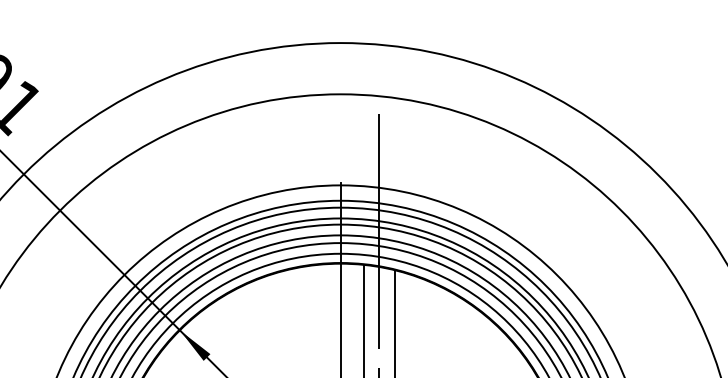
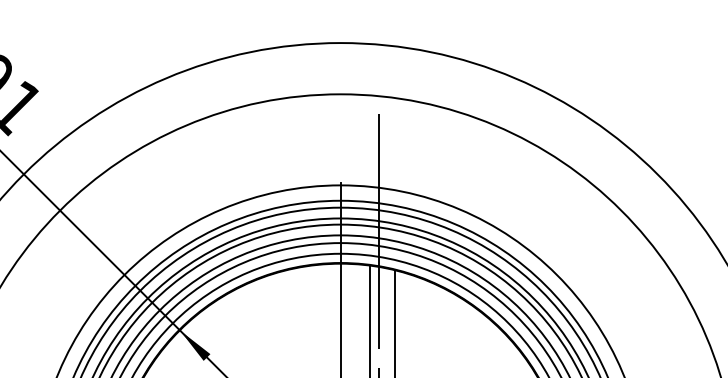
line at (363, 319) position: (363, 319) -> (369, 319)
